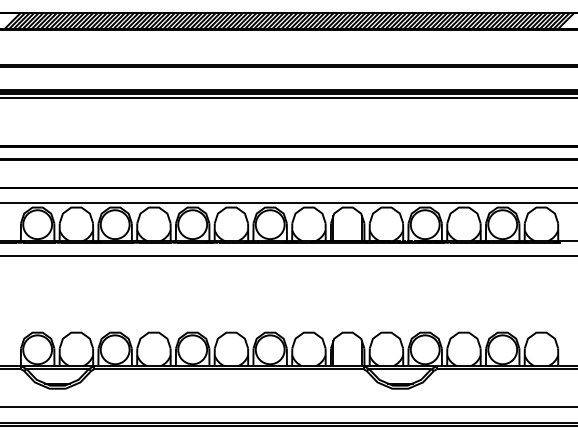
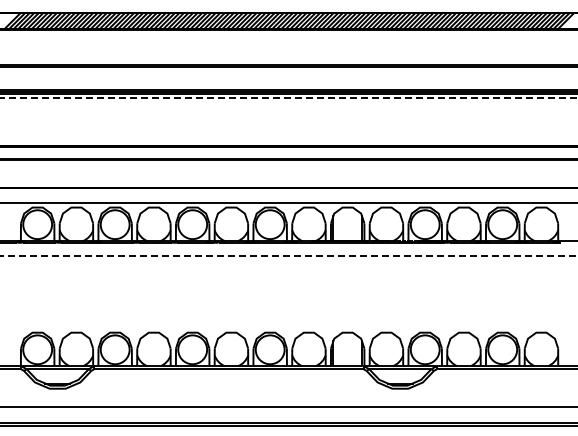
line at (288, 98): solid -> dashed
line at (288, 256): solid -> dashed
